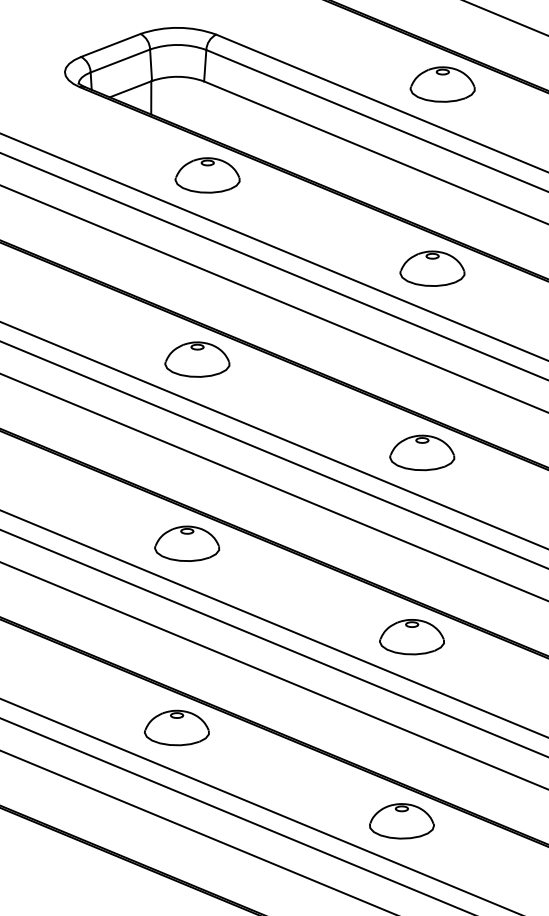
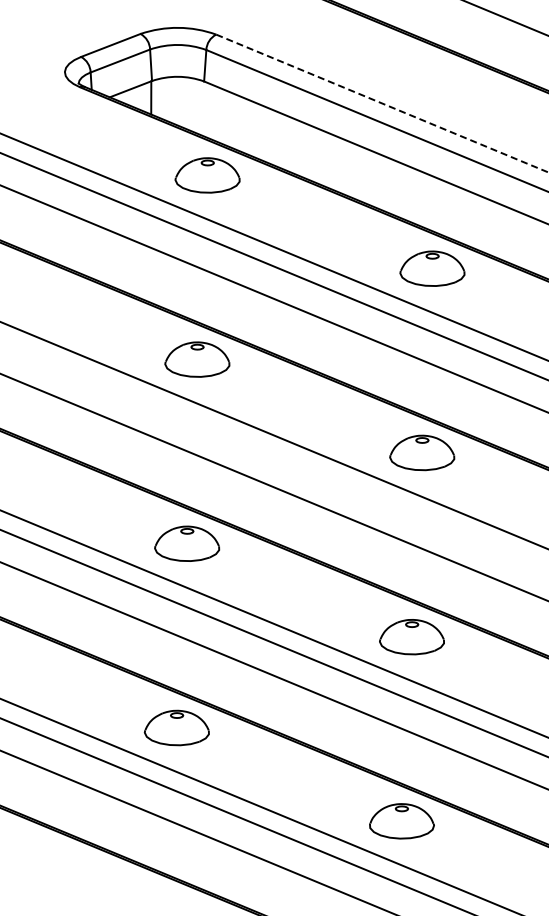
part at (442, 84): present -> none
line at (382, 103): solid -> dashed
line at (273, 454): present -> none
